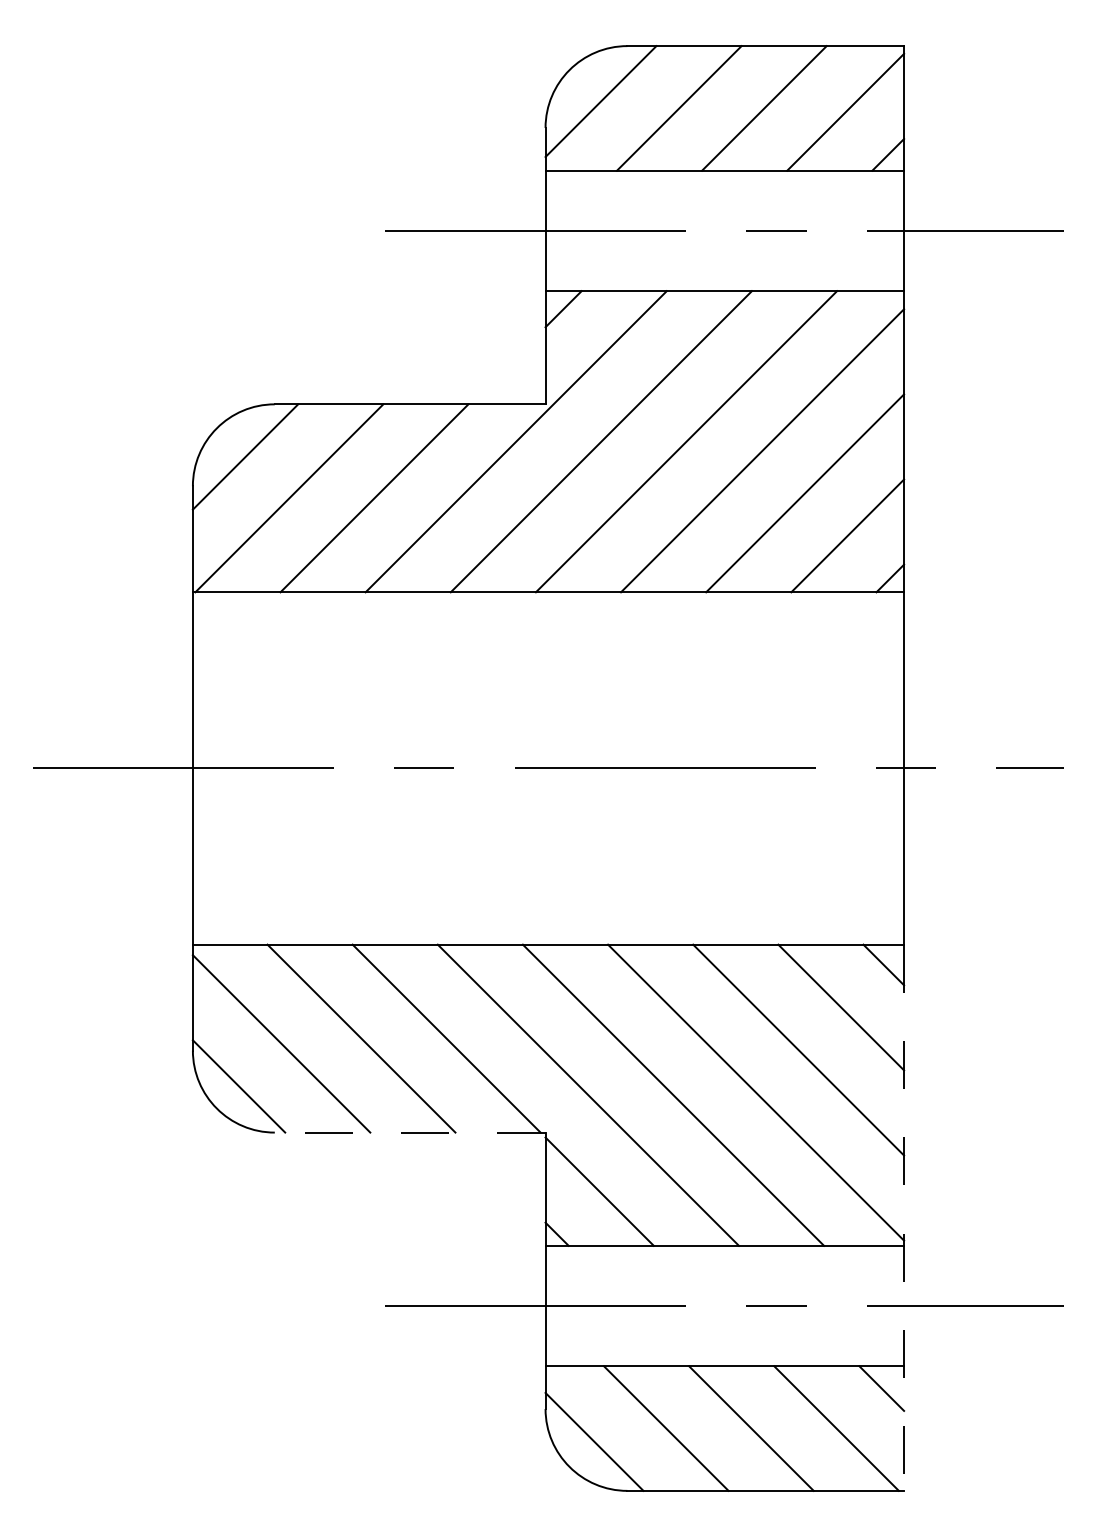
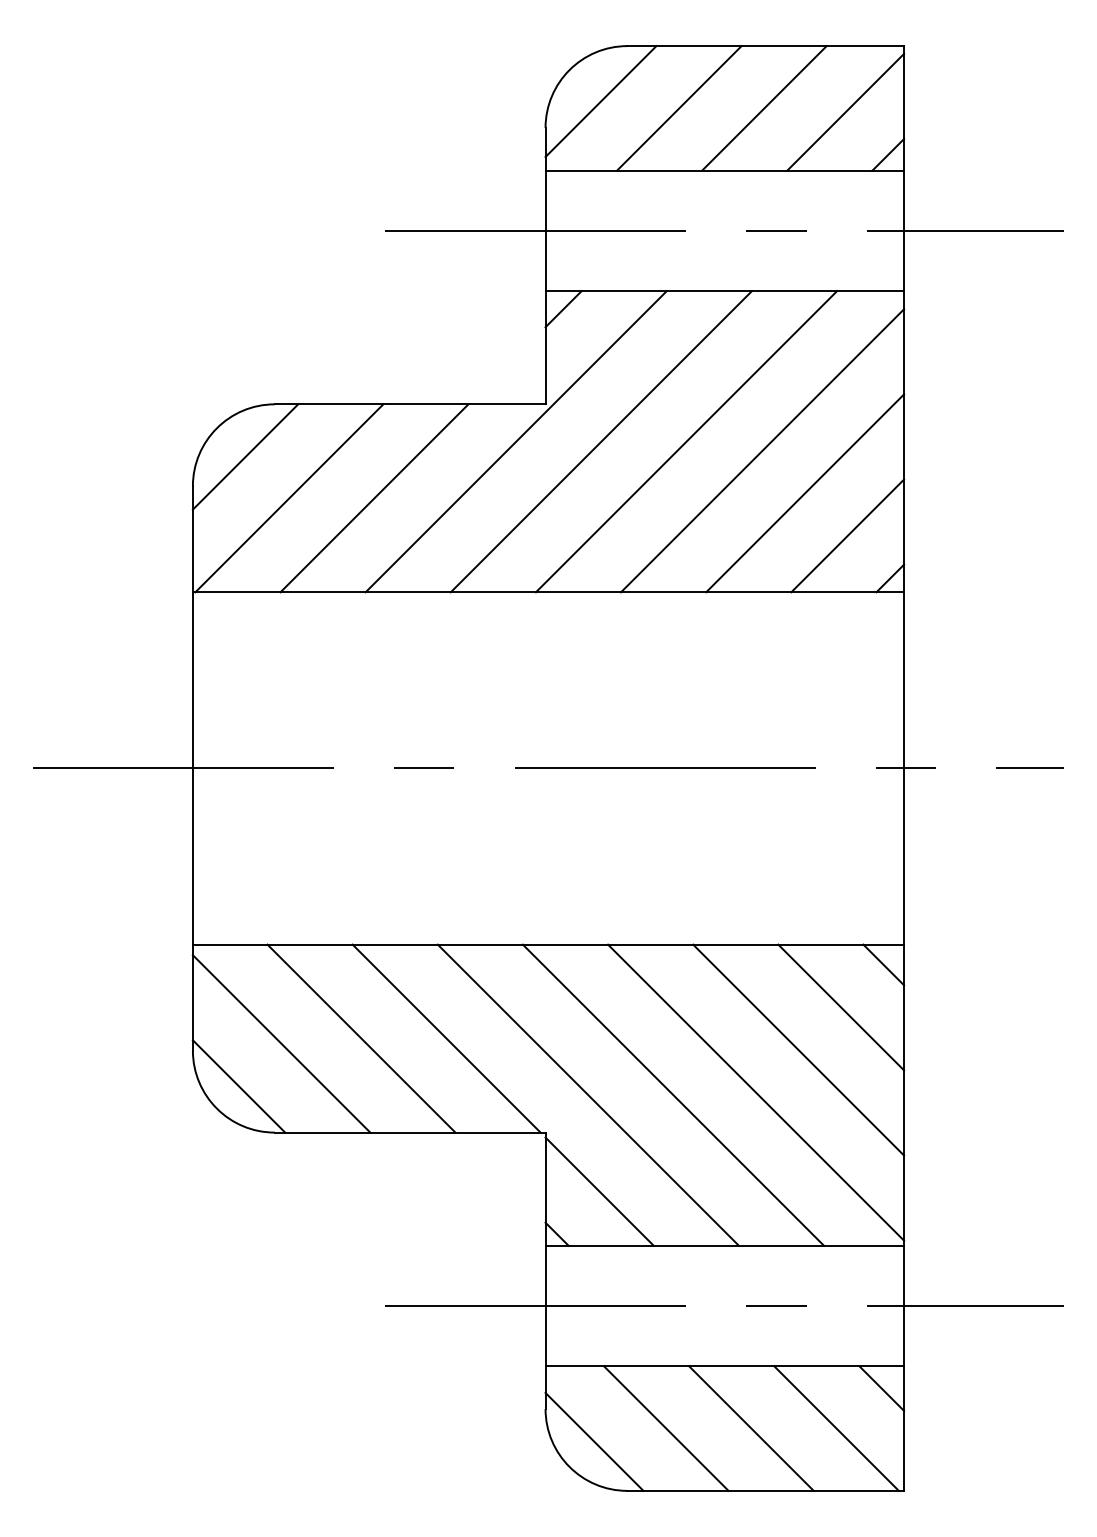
line at (409, 1132): dashed -> solid
line at (904, 1218): dashed -> solid
